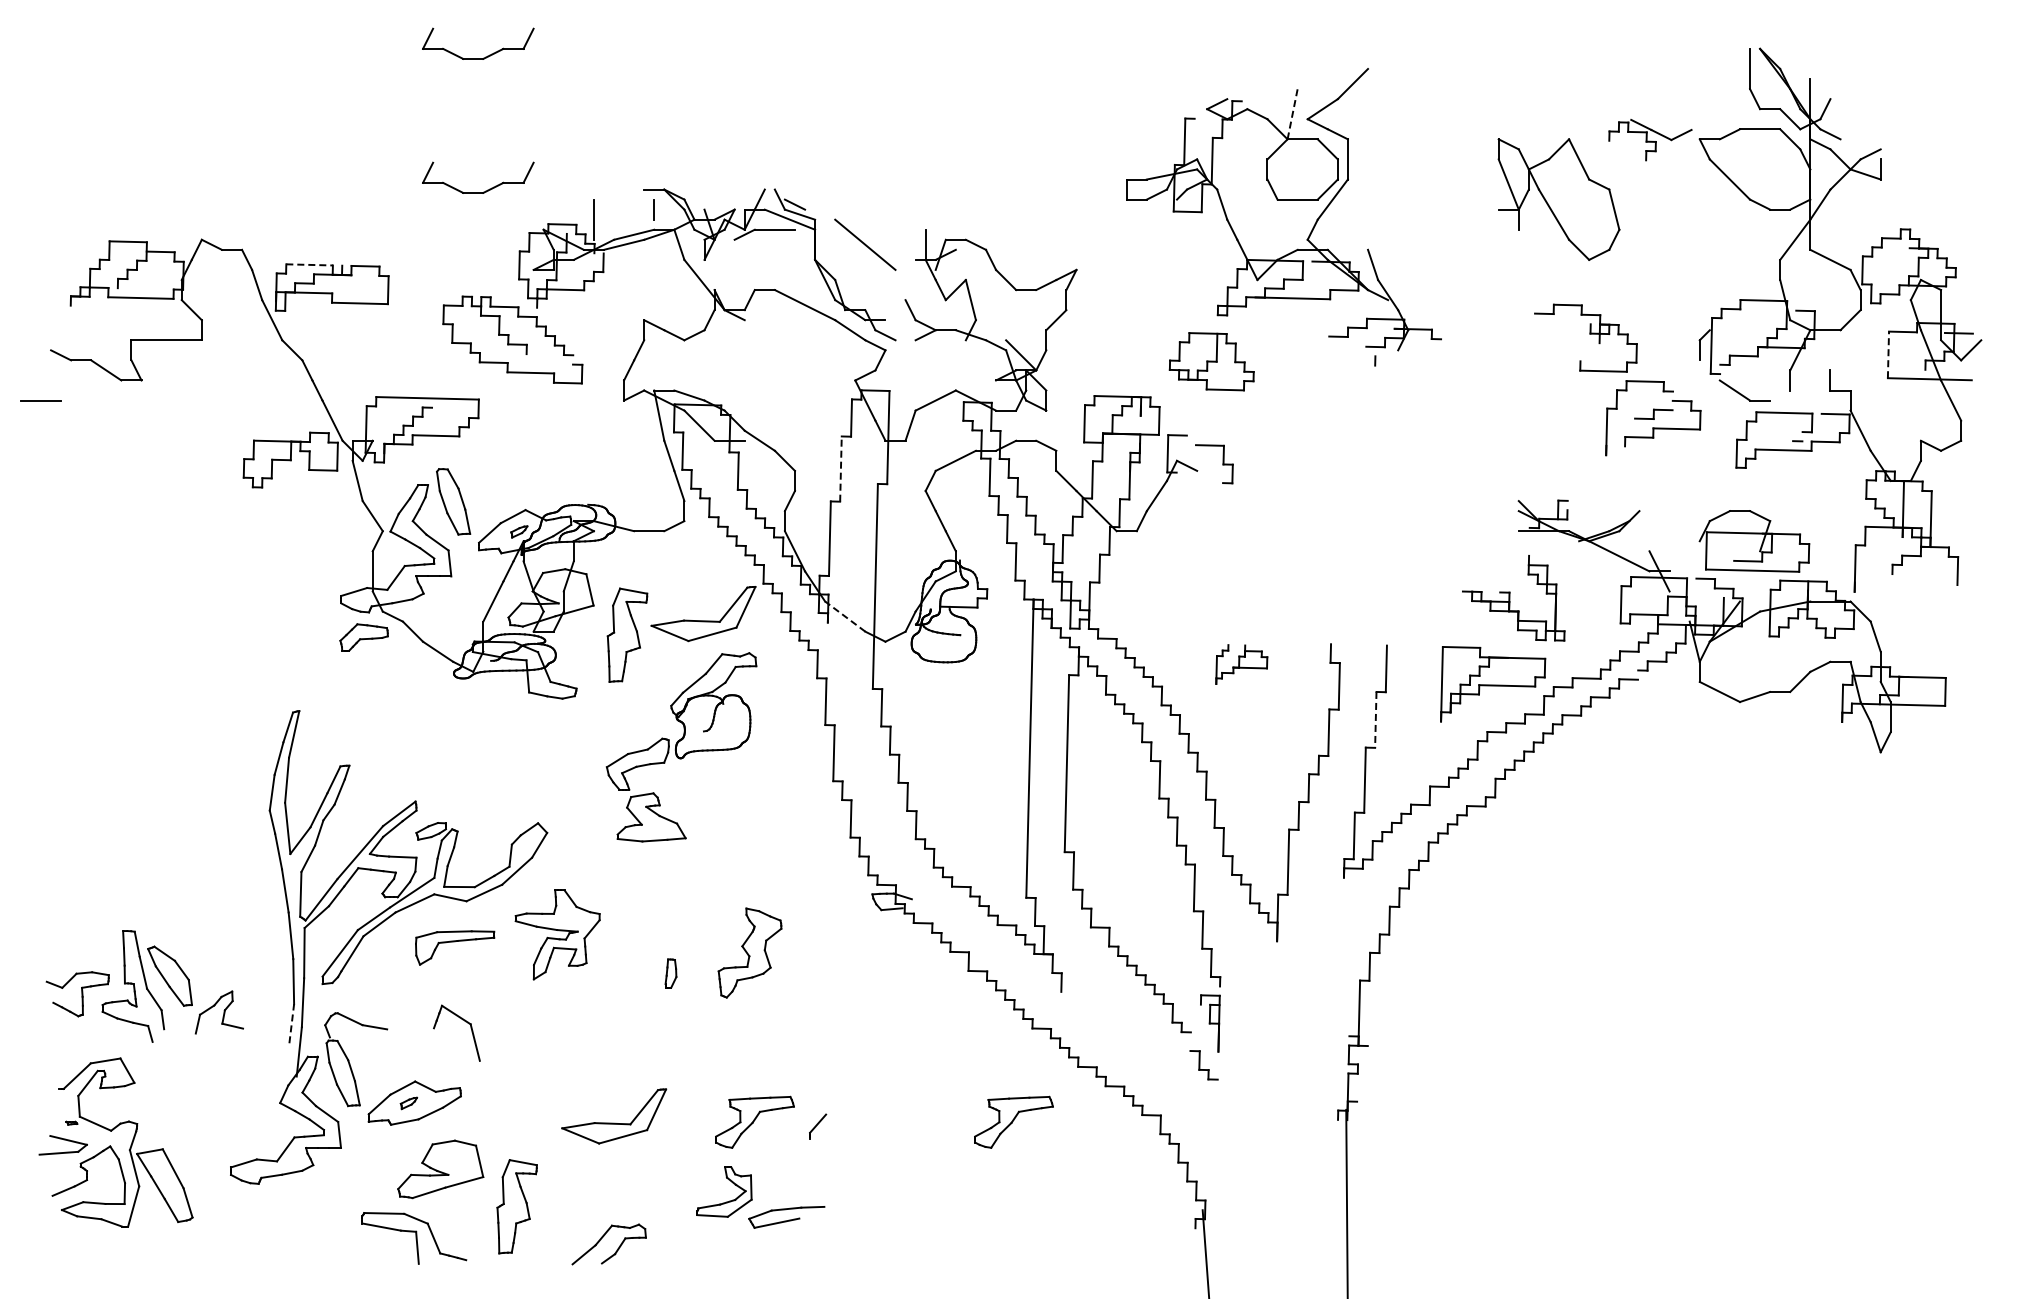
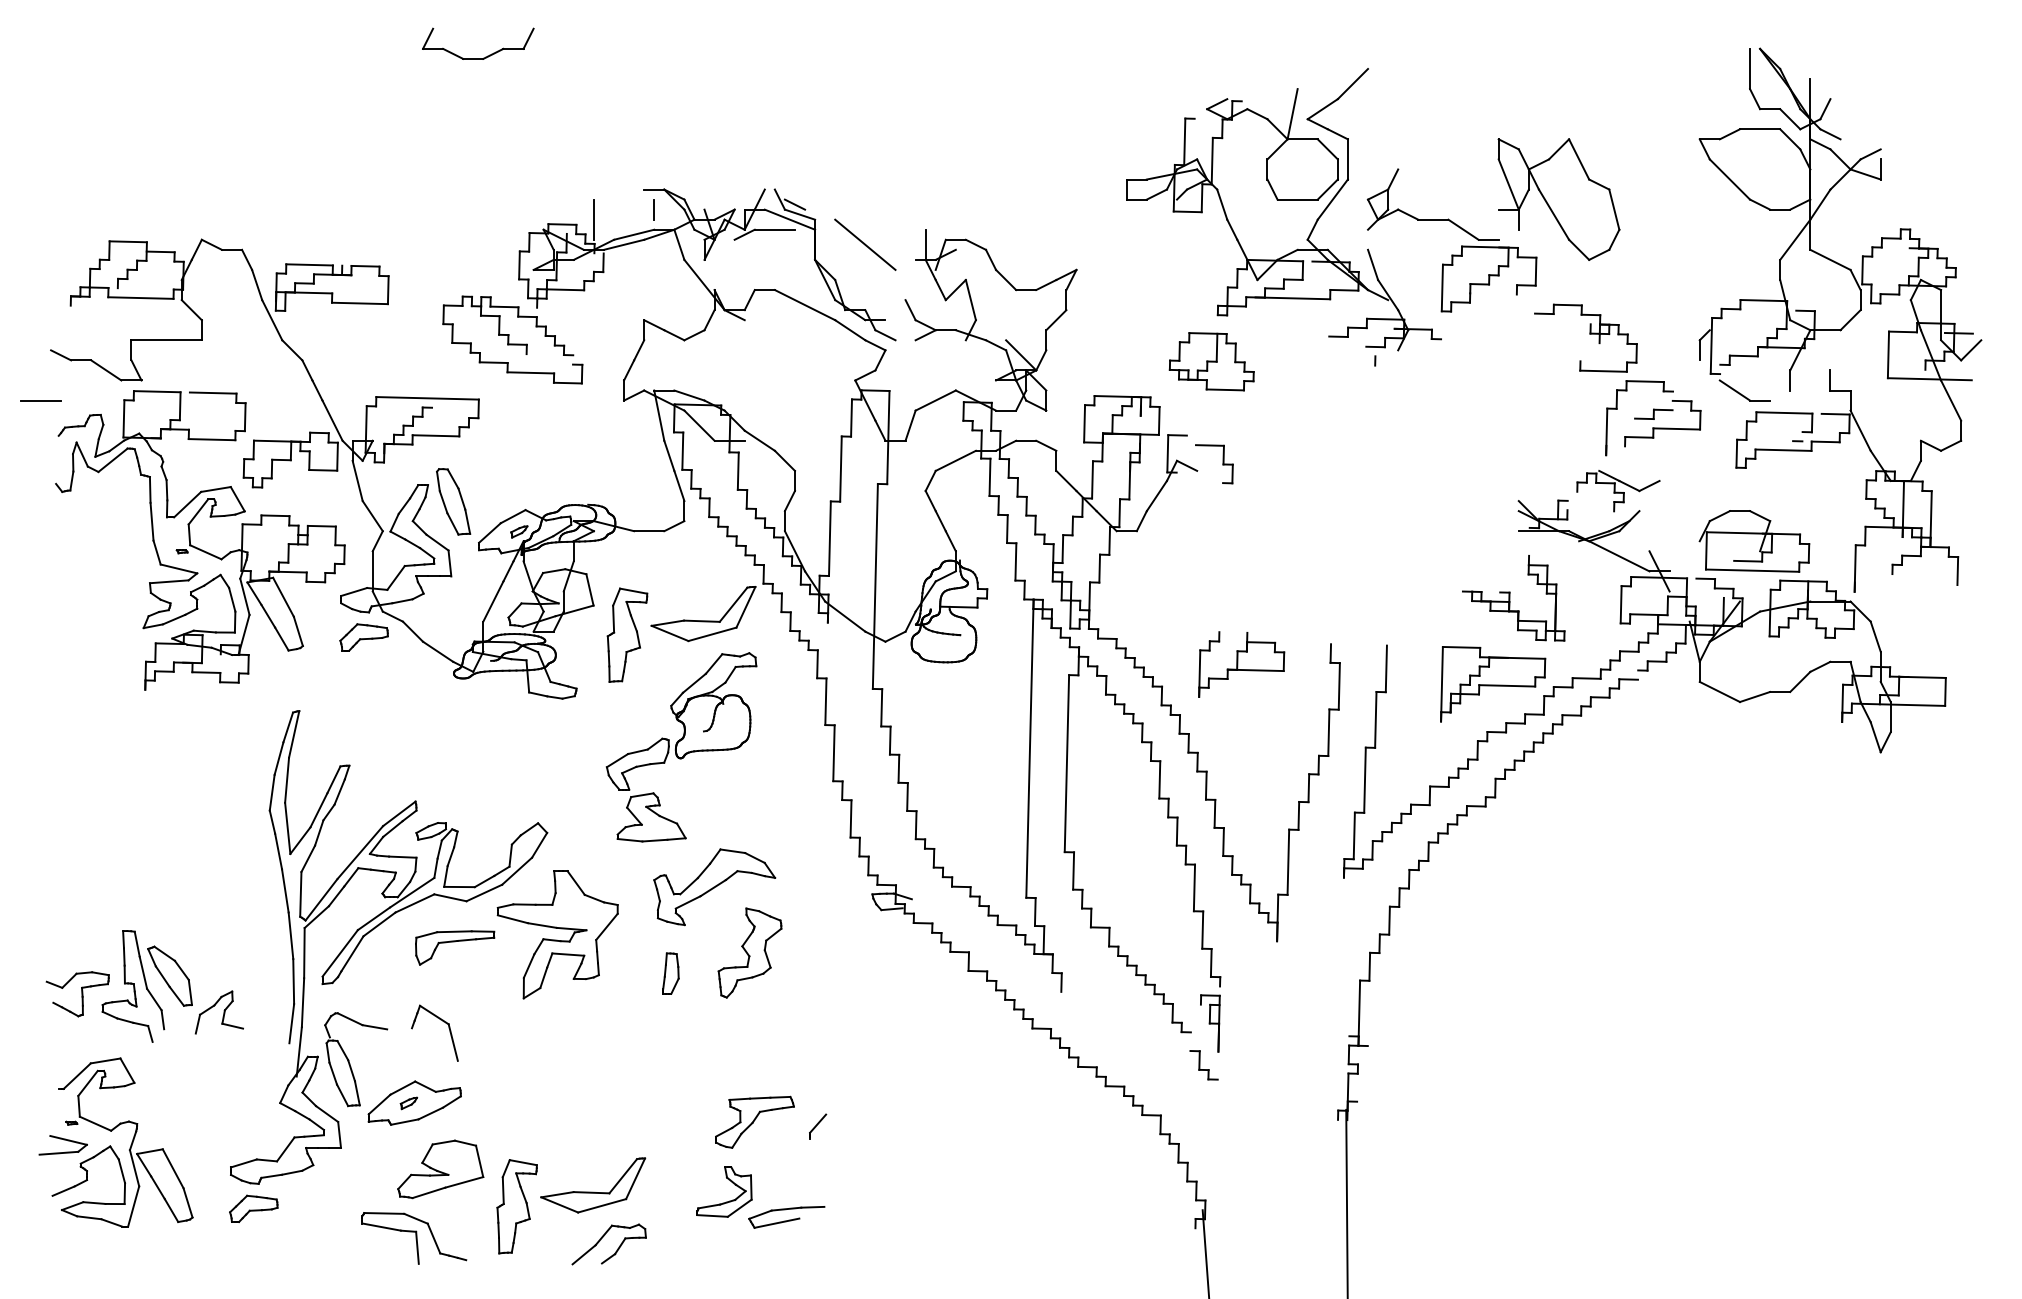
line at (1292, 114): dashed -> solid
part at (1650, 140) position: (1650, 140) -> (1618, 491)
part at (485, 190): present -> none
part at (1461, 245): none -> present
line at (310, 264): dashed -> solid
line at (1888, 354): dashed -> solid
line at (840, 469): dashed -> solid
part at (197, 547): none -> present
line at (844, 616): dashed -> solid
part at (1241, 664) size: 54x41 px -> 88x67 px
line at (1375, 719): dashed -> solid
part at (714, 887): none -> present
part at (557, 934) size: 87x92 px -> 123x130 px
part at (670, 973) size: 14x31 px -> 18x43 px
part at (462, 1020) position: (462, 1020) -> (440, 1020)
line at (291, 1023): dashed -> solid
part at (614, 1116) position: (614, 1116) -> (593, 1185)
part at (1013, 1121): present -> none
part at (253, 1208): none -> present
